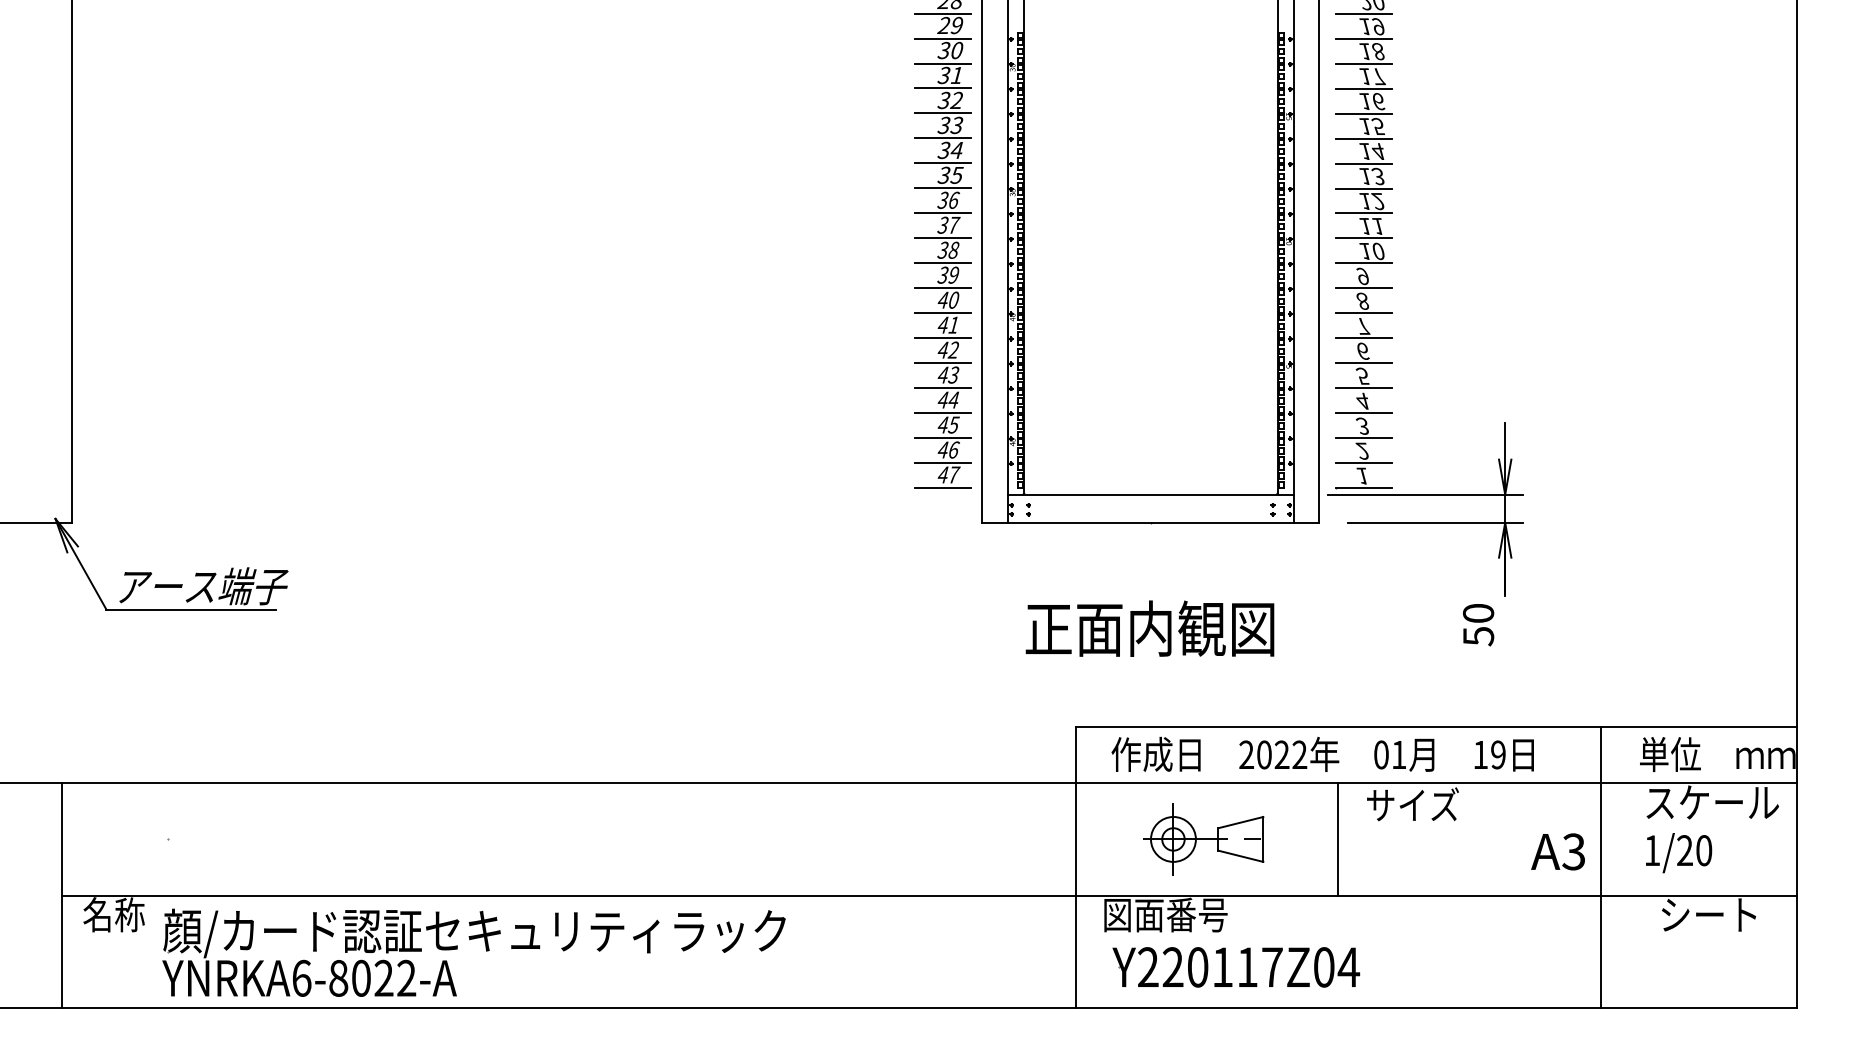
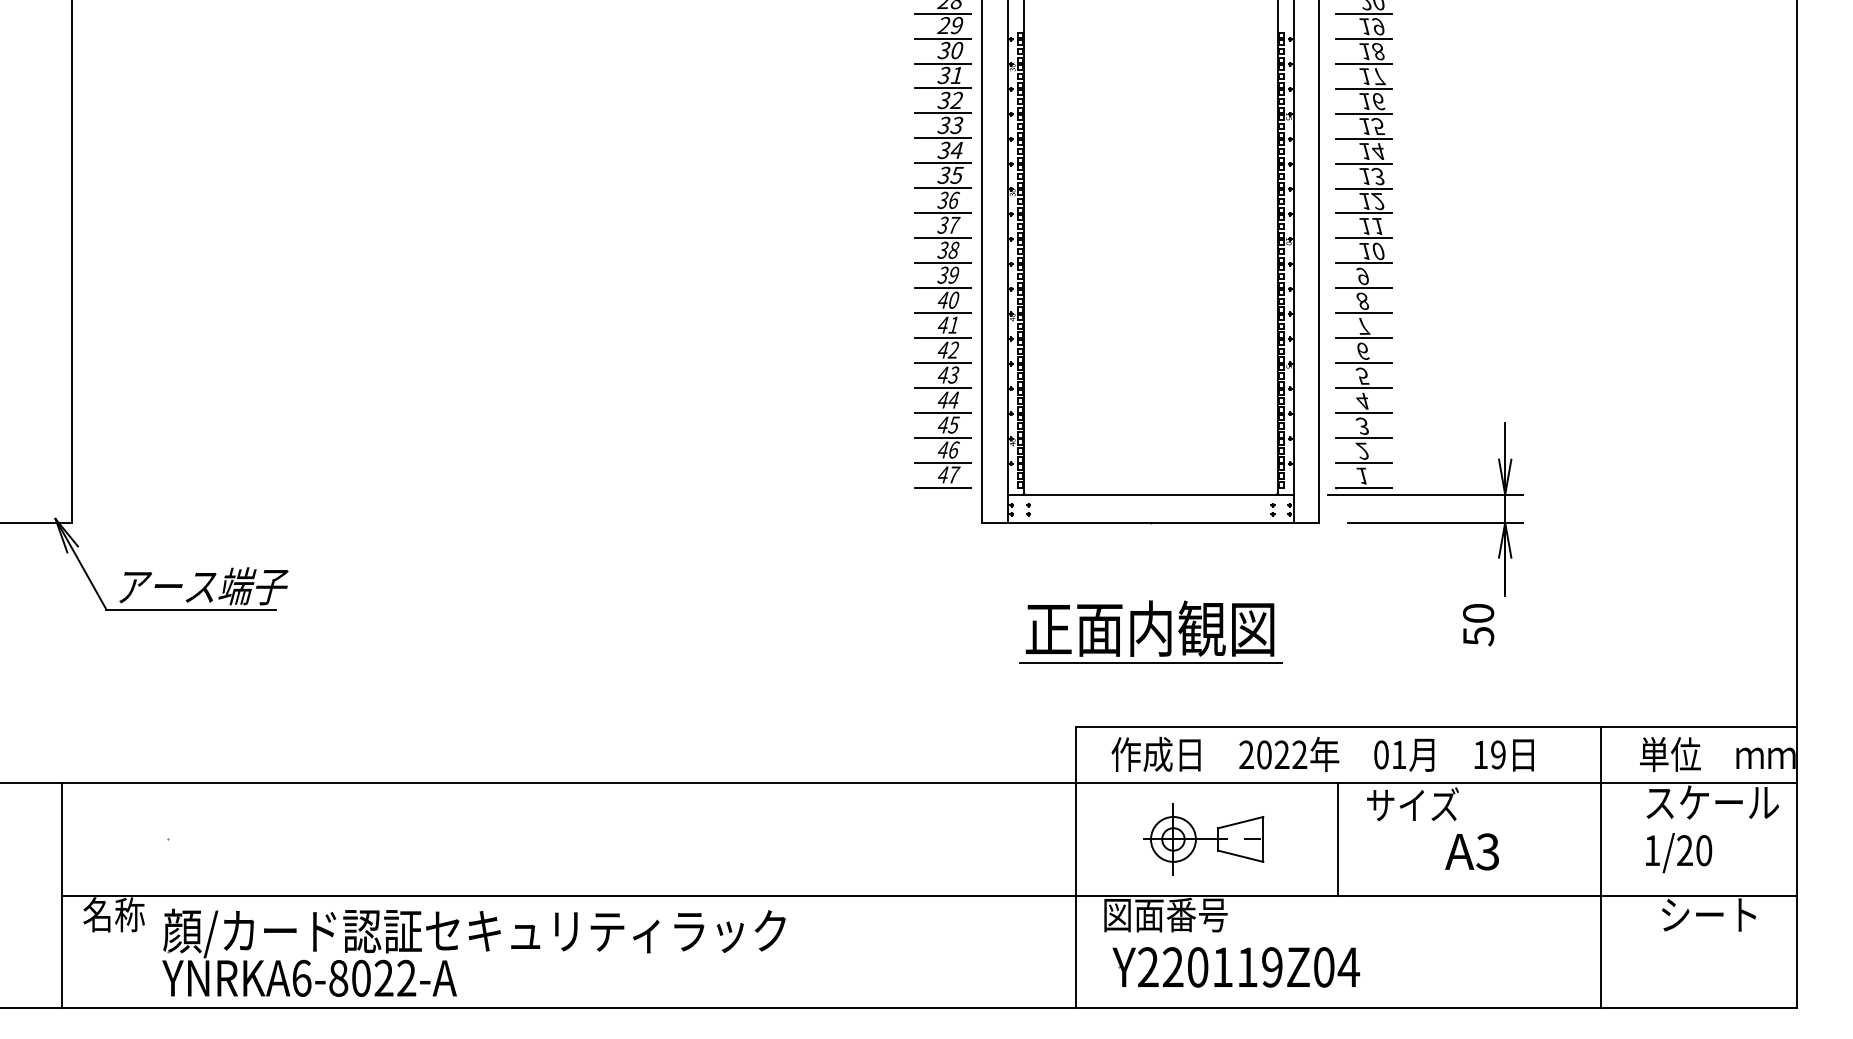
line at (1150, 663): none -> present
text at (1557, 851) position: (1557, 851) -> (1471, 851)
text at (1272, 967): Y220117Z04 -> Y220119Z04
